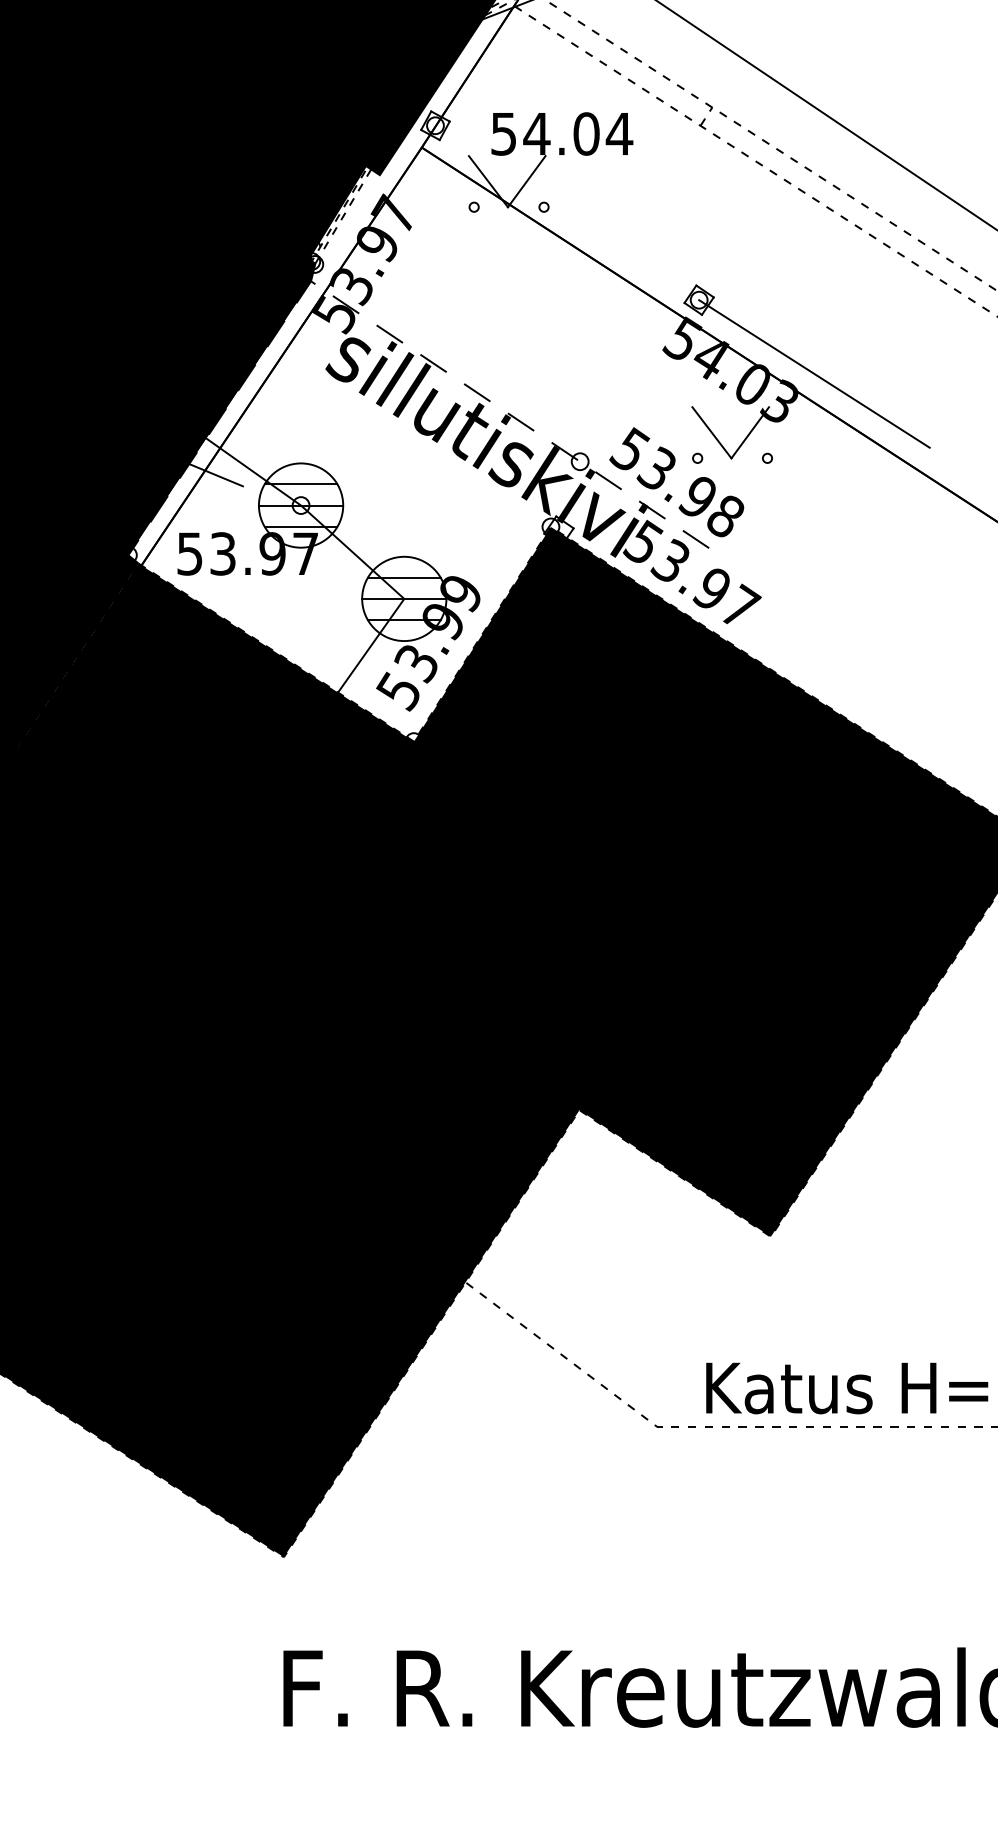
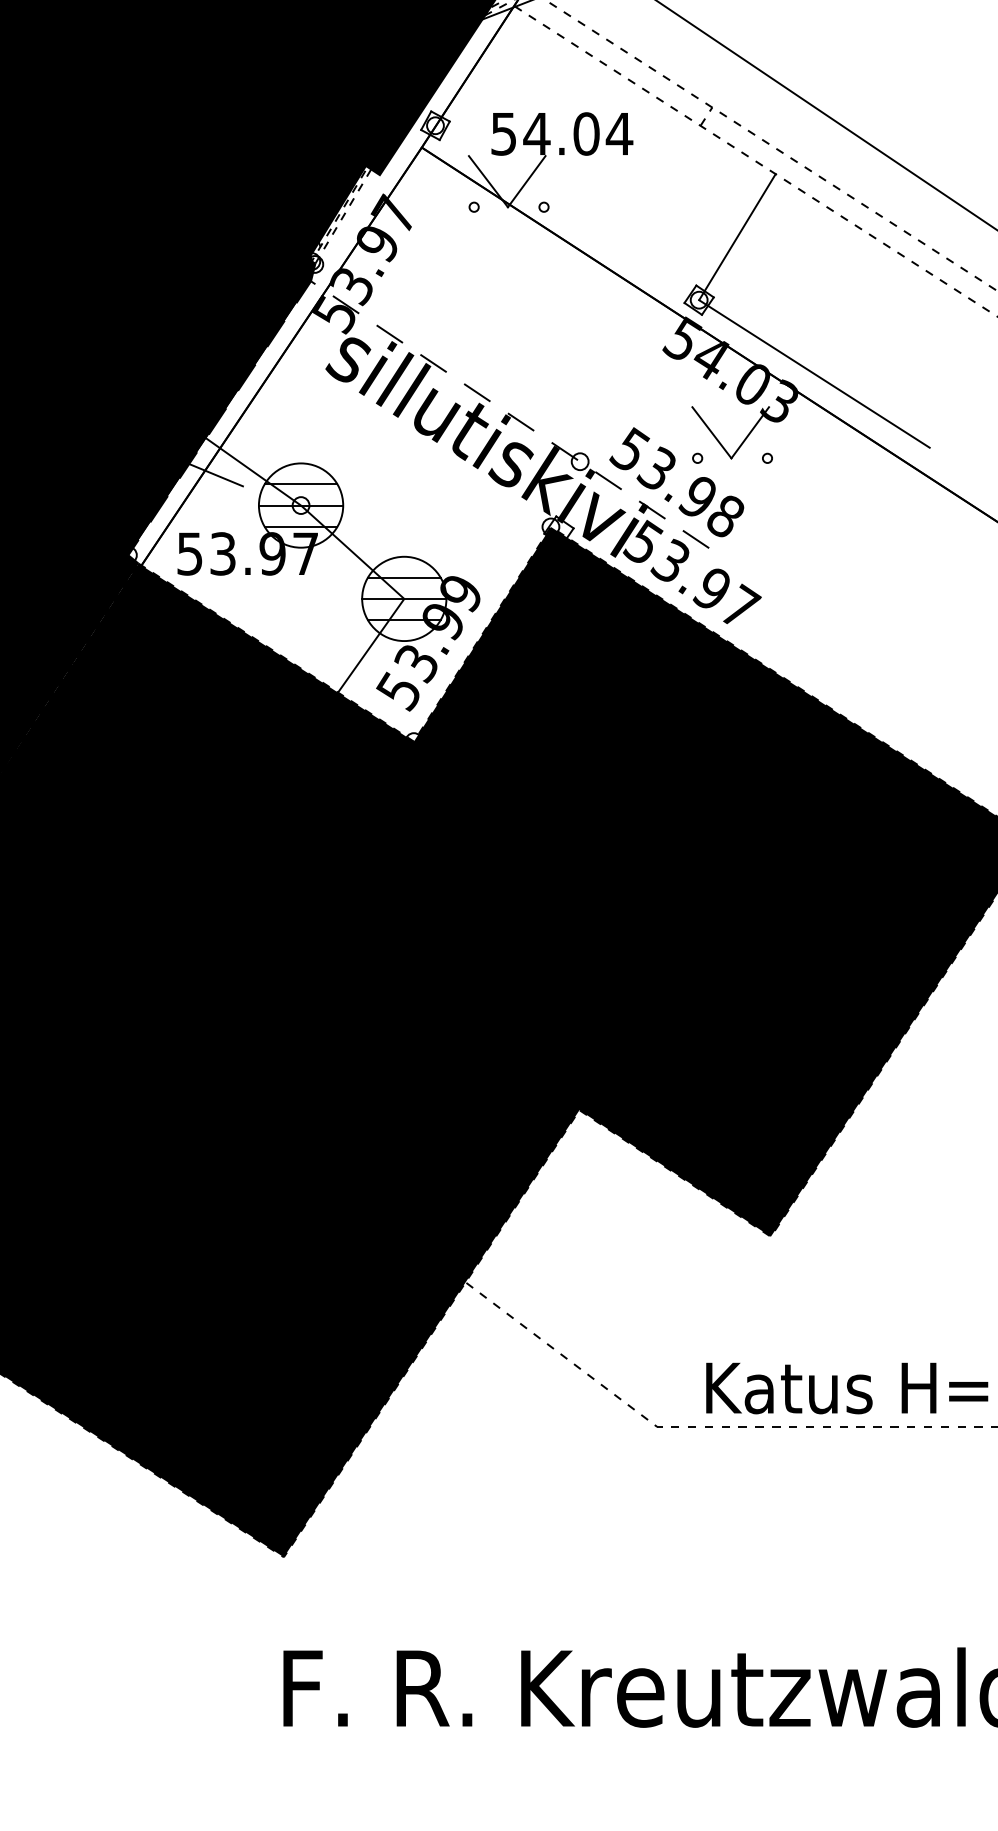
line at (737, 236): none -> present
